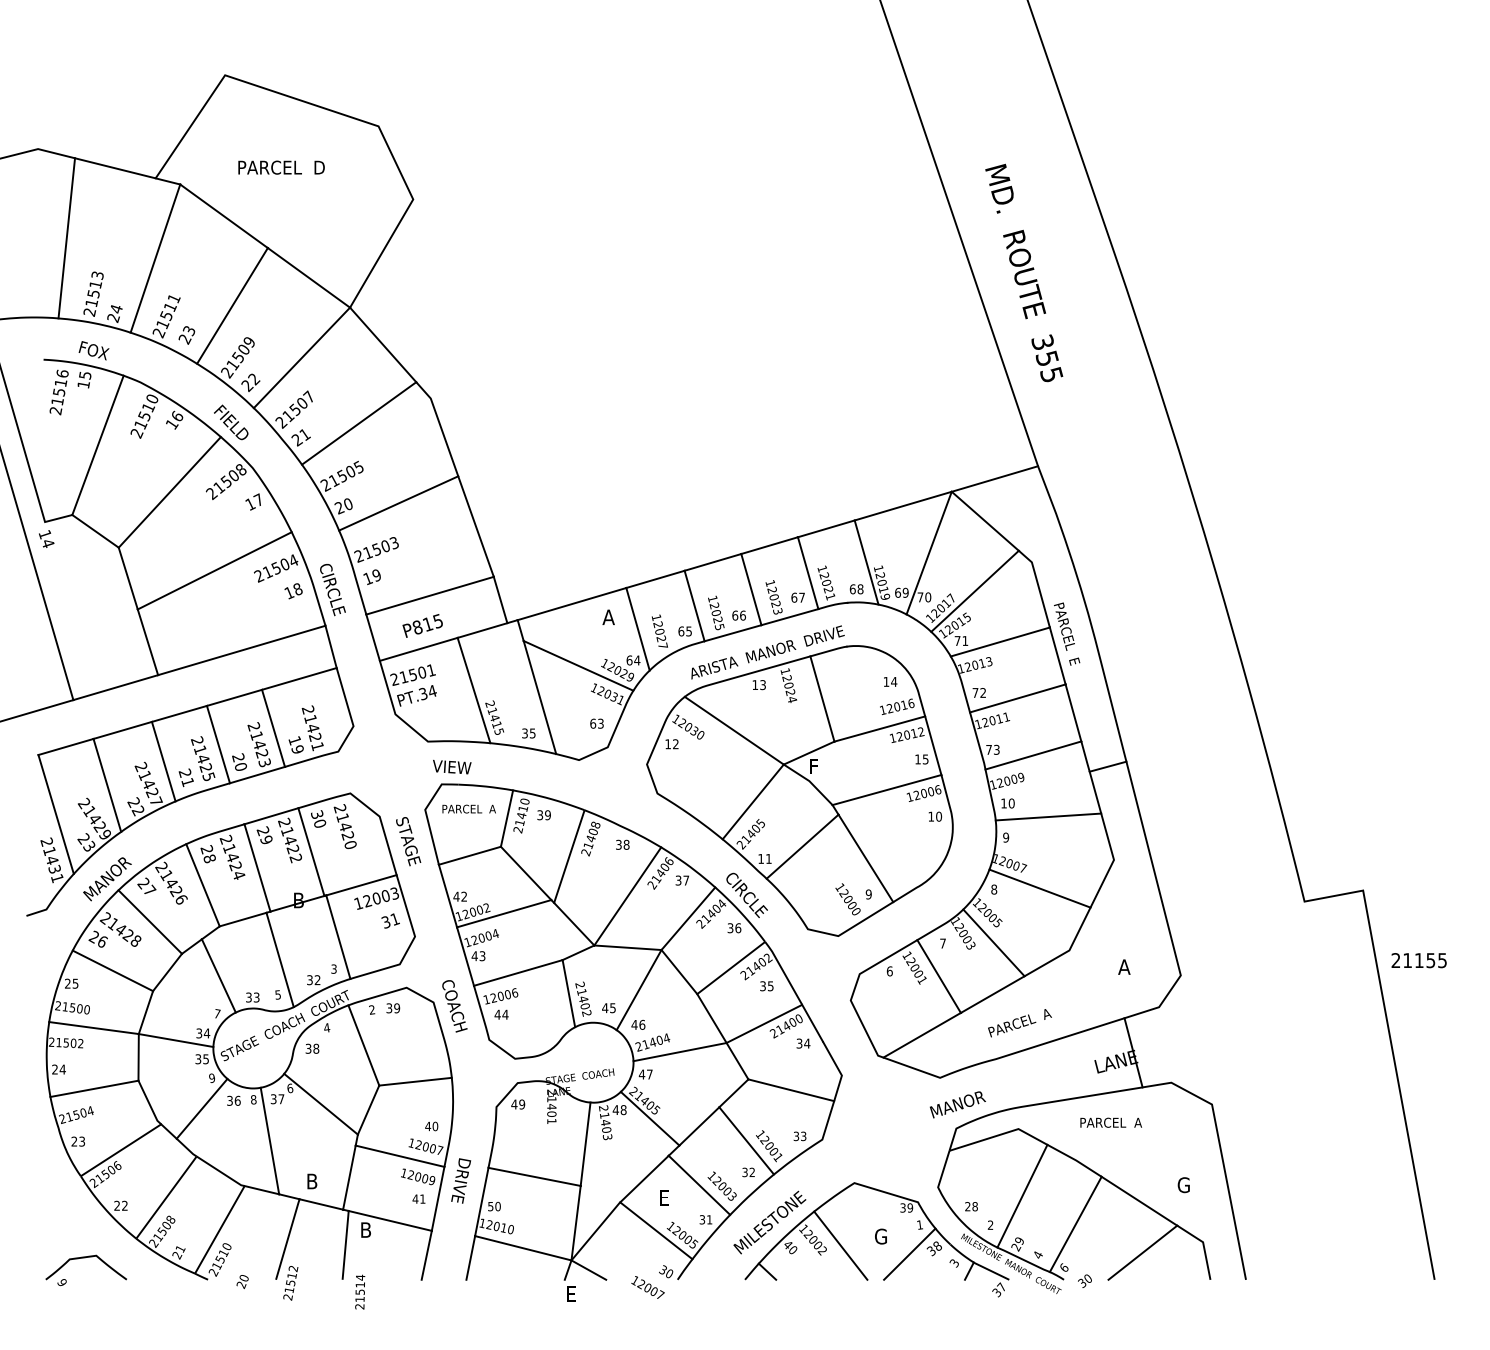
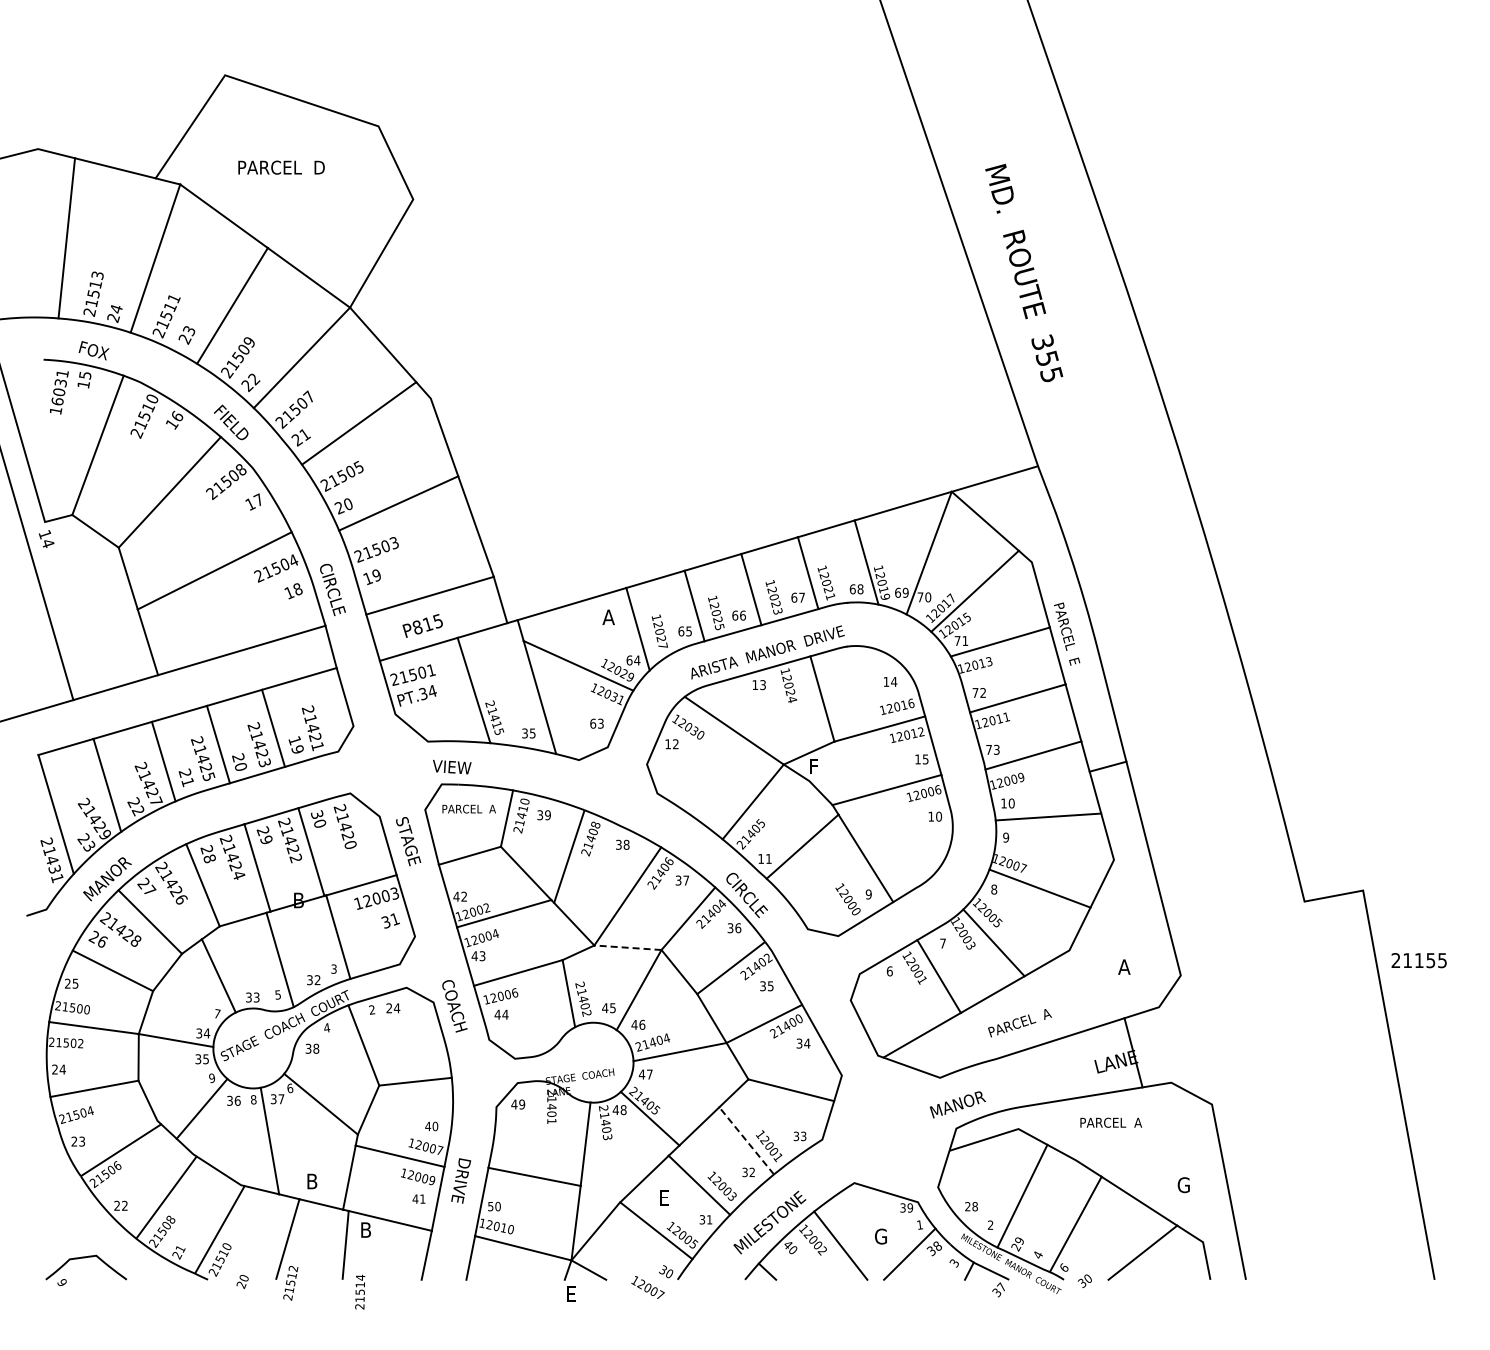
text at (58, 392): 21516 -> 16031
line at (627, 947): solid -> dashed
text at (393, 1008): 39 -> 24
line at (746, 1140): solid -> dashed
